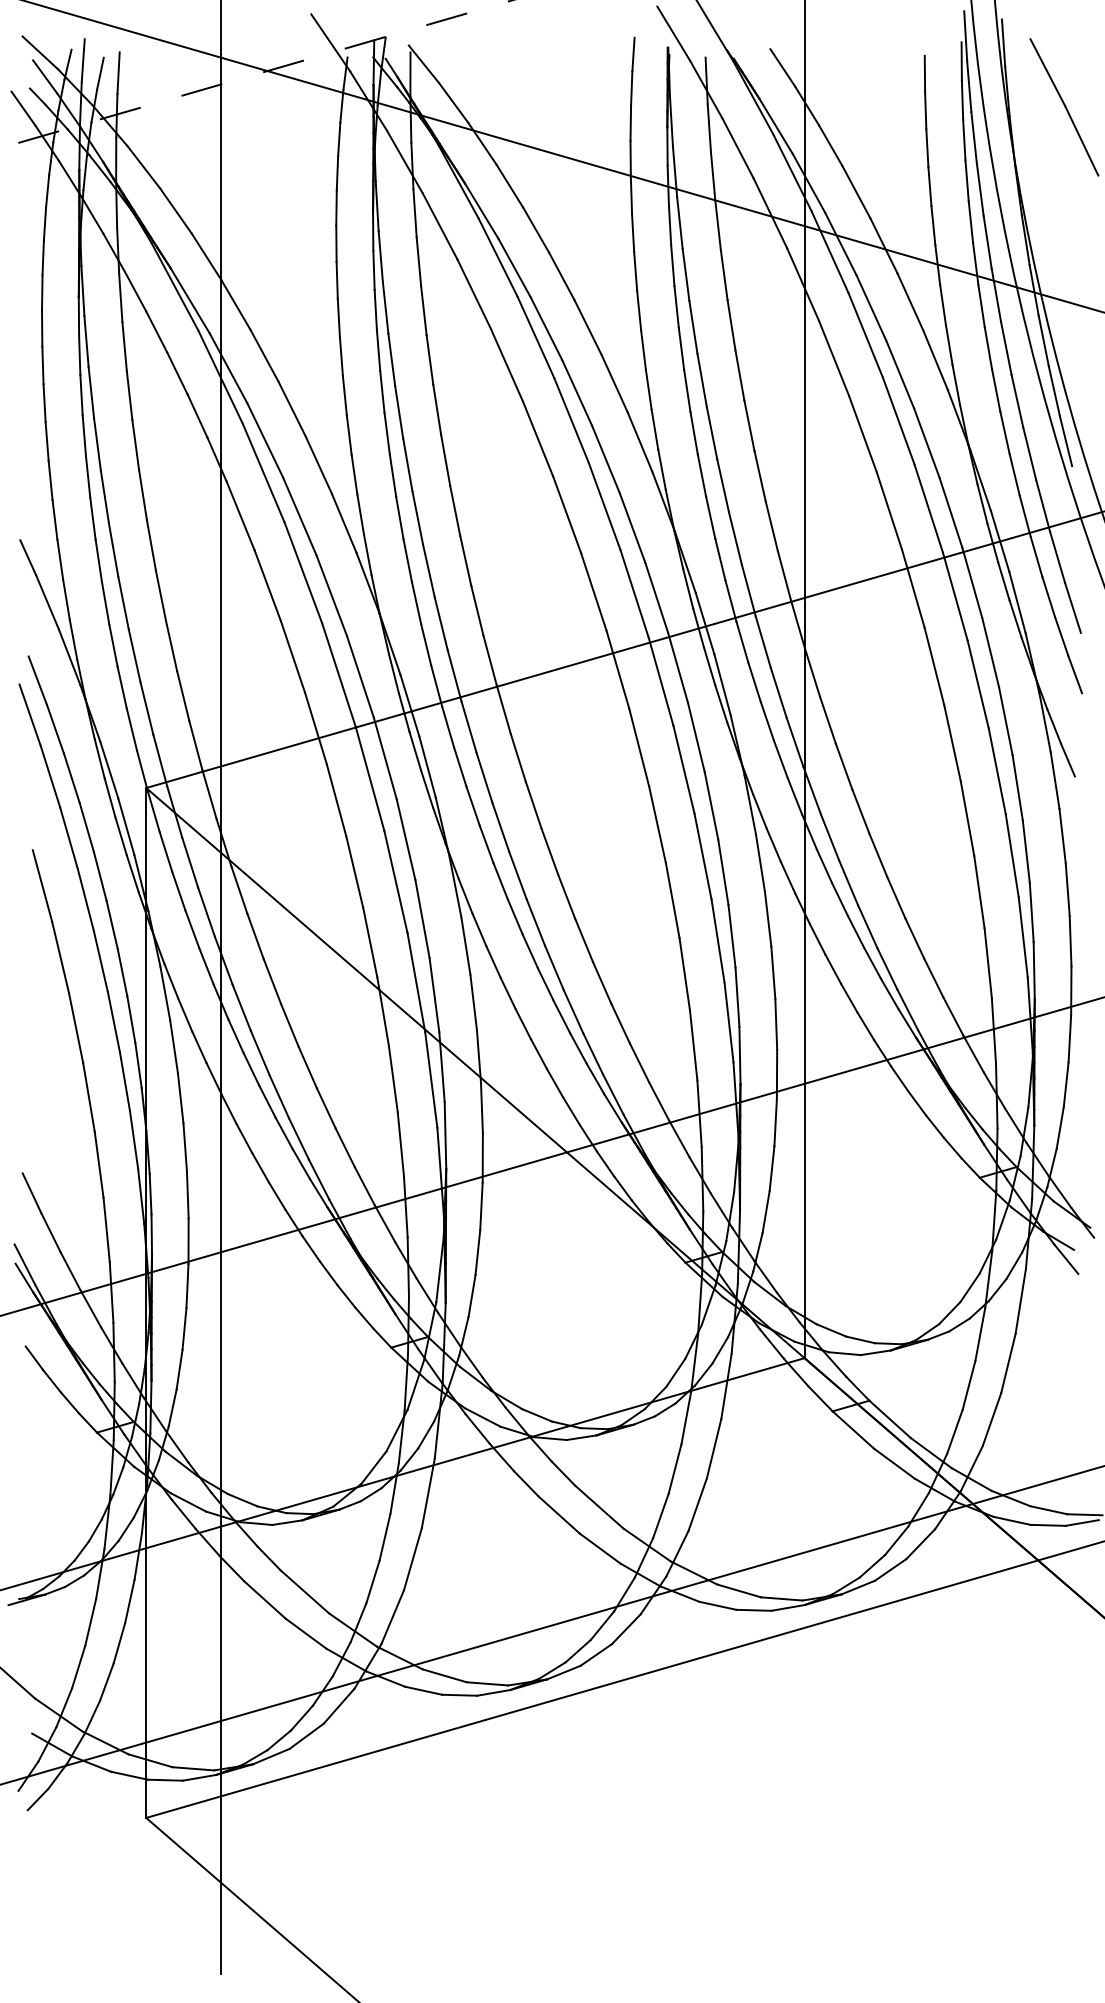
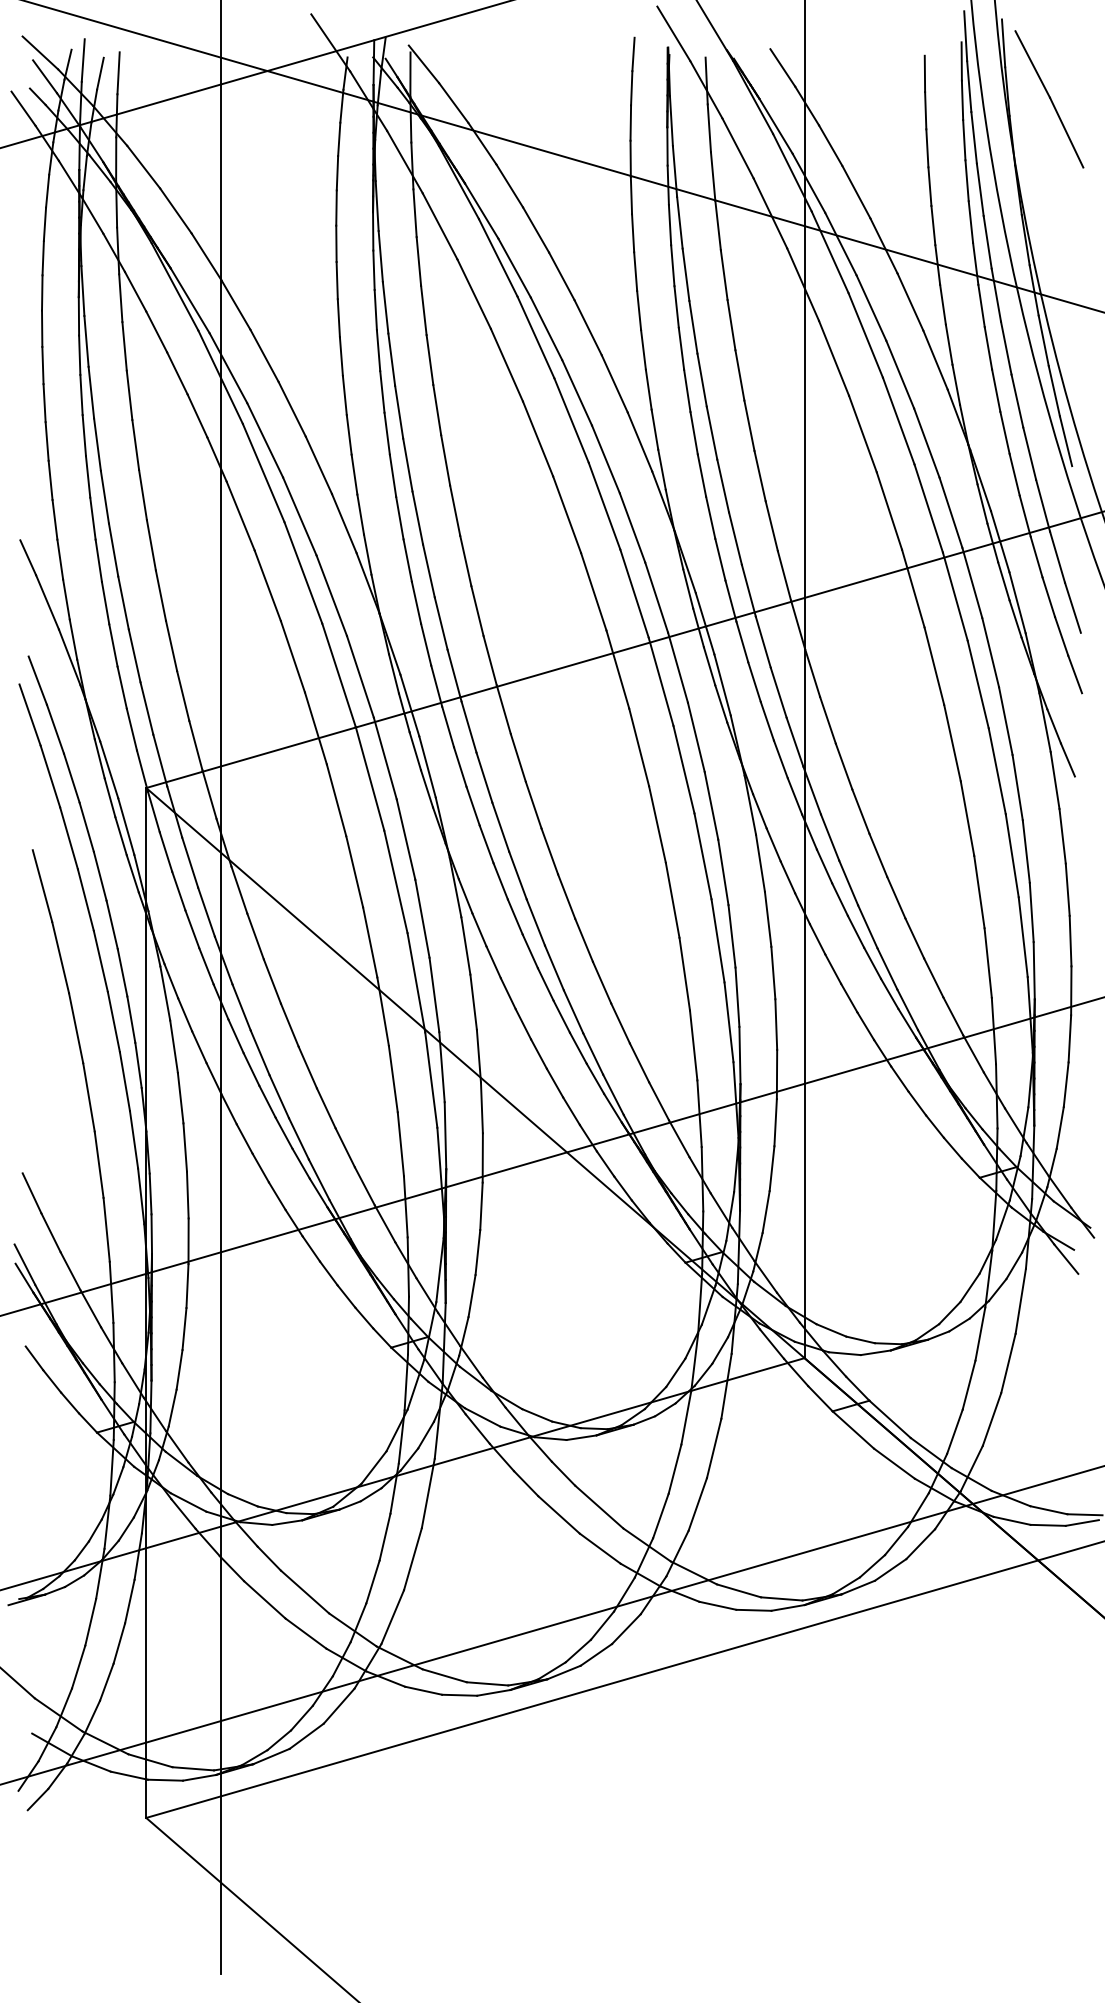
line at (257, 74): dashed -> solid
part at (1064, 107) position: (1064, 107) -> (1049, 99)
